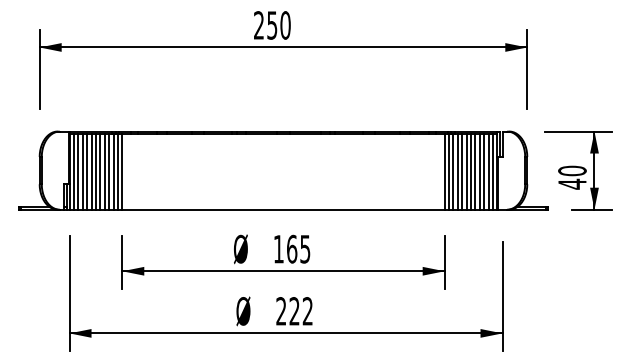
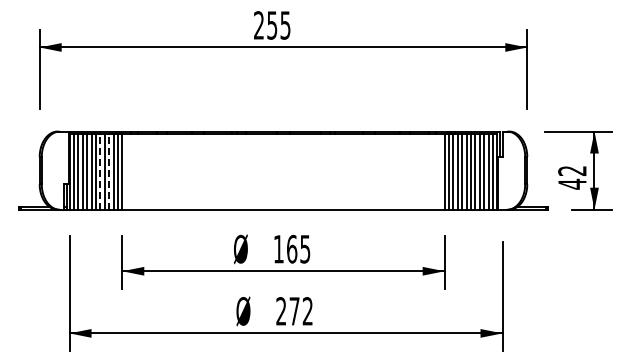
text at (285, 25): 250 -> 255
text at (572, 170): 40 -> 42
line at (100, 172): solid -> dashed
line at (109, 172): solid -> dashed
text at (294, 311): 222 -> 272
